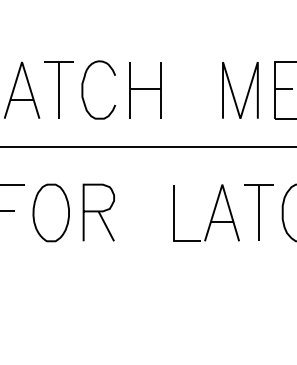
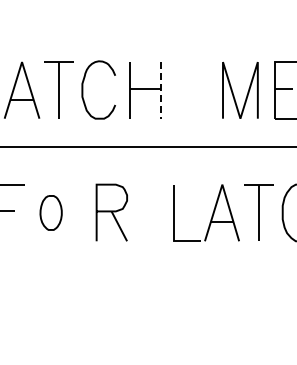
line at (160, 90): solid -> dashed
part at (50, 212) size: 38x60 px -> 24x36 px
part at (98, 212) position: (98, 212) -> (111, 212)
